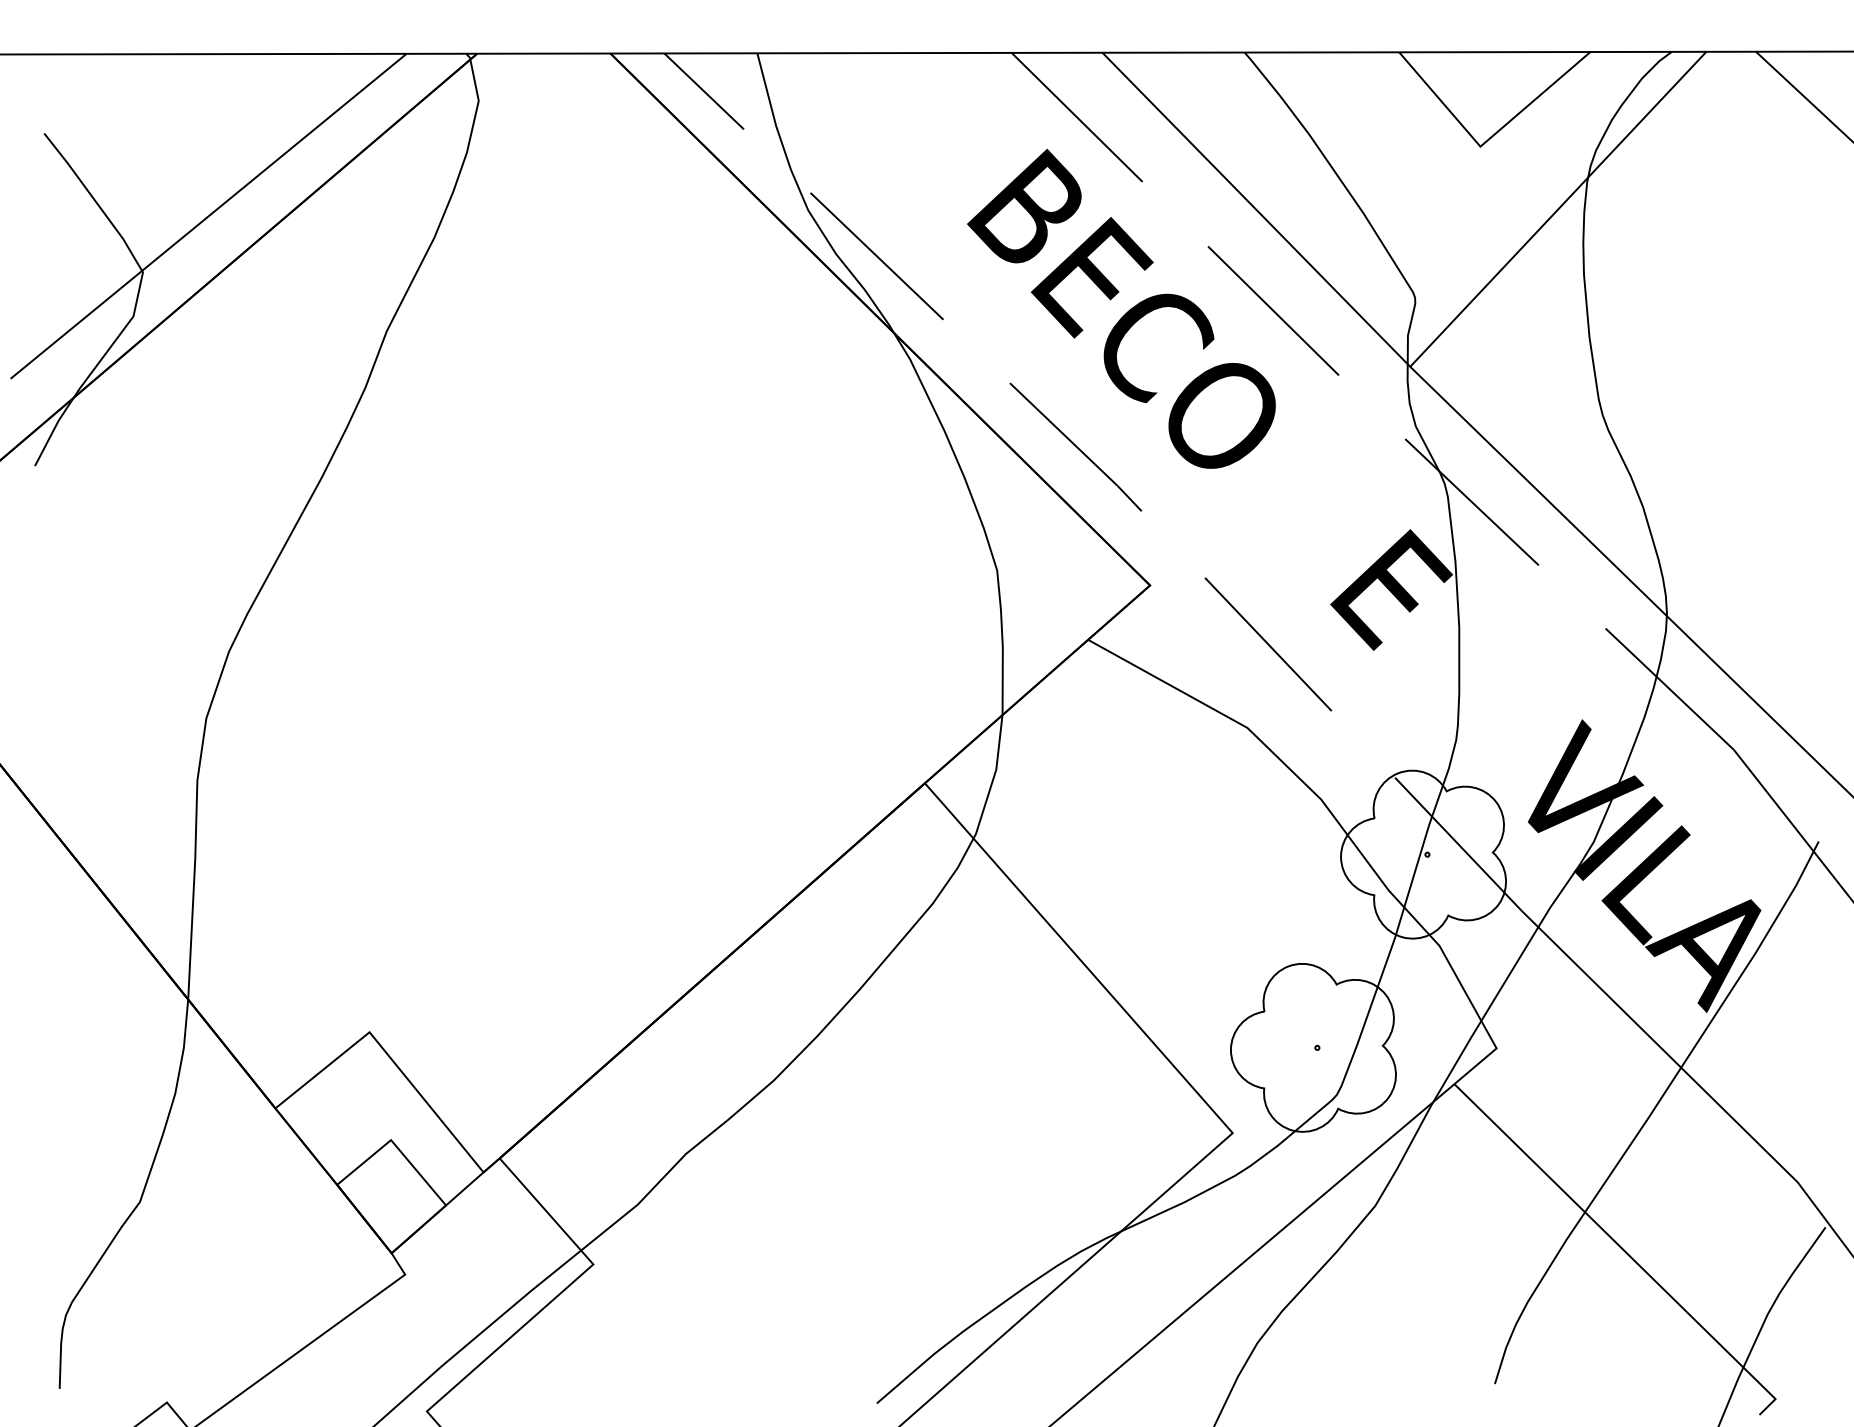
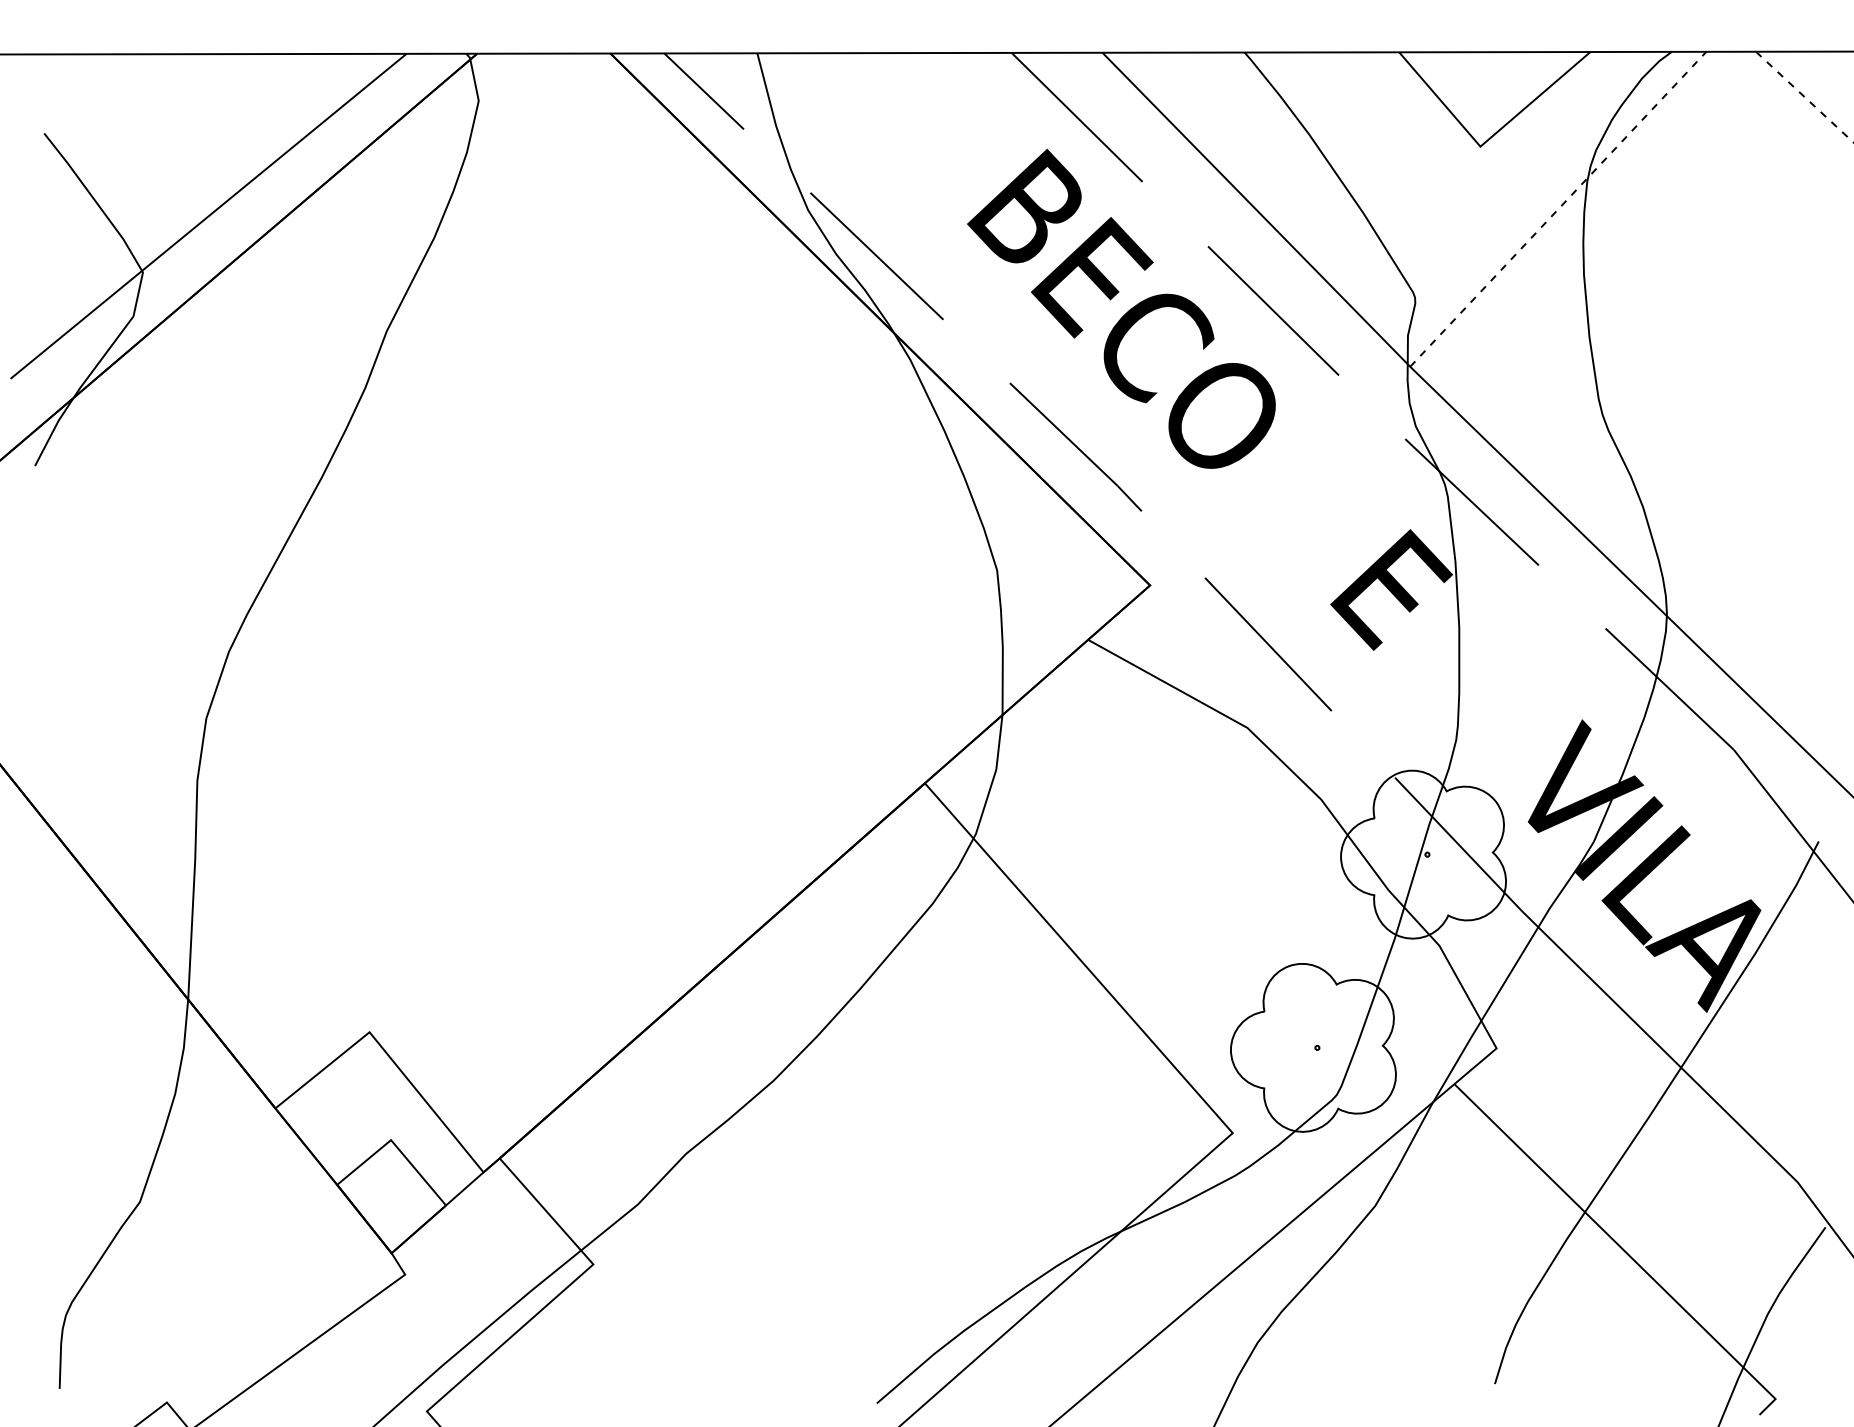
line at (1804, 97): solid -> dashed
line at (1558, 208): solid -> dashed
